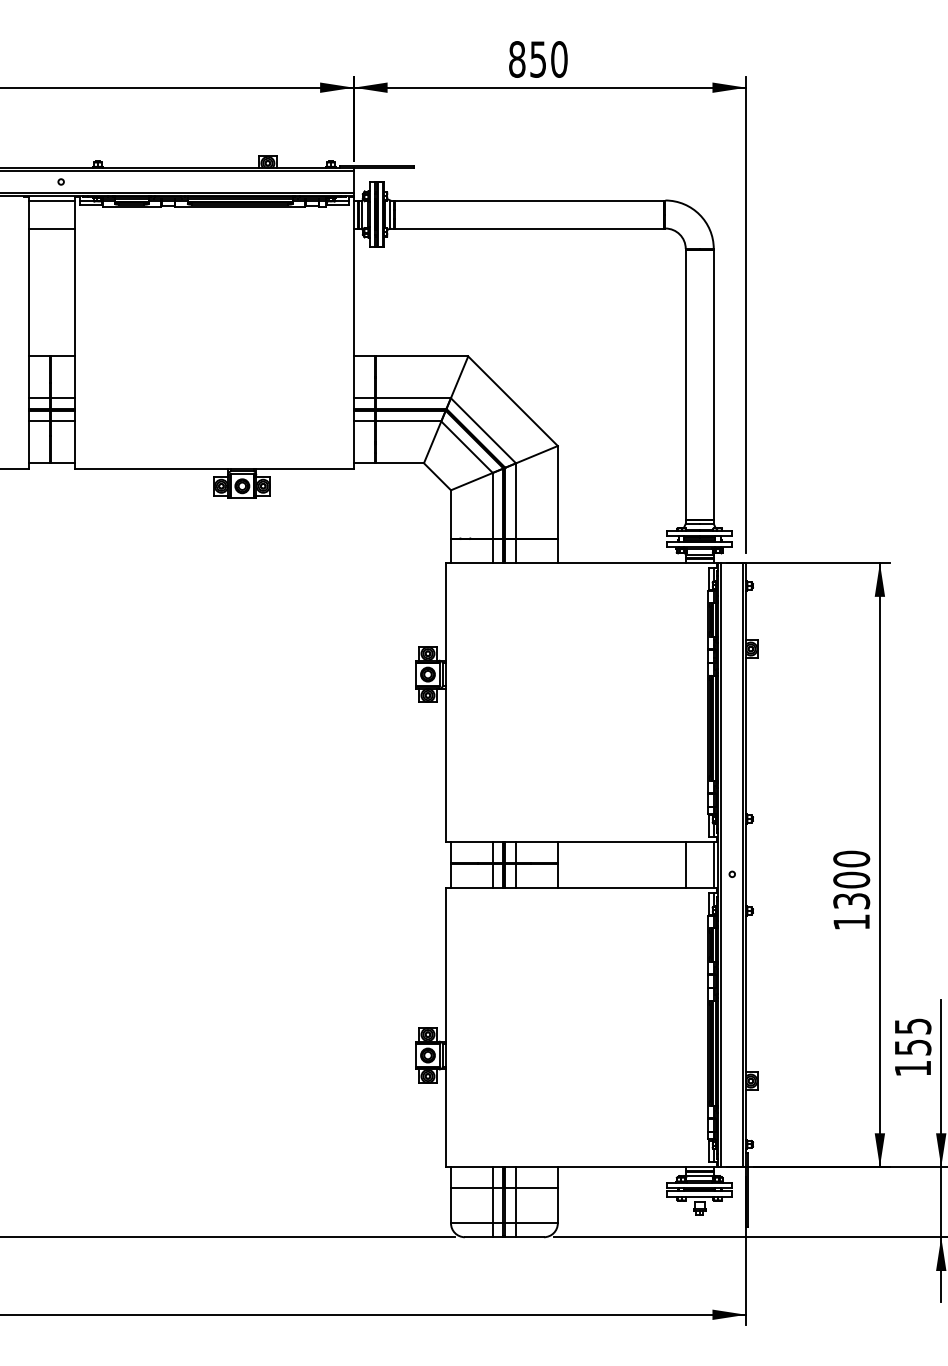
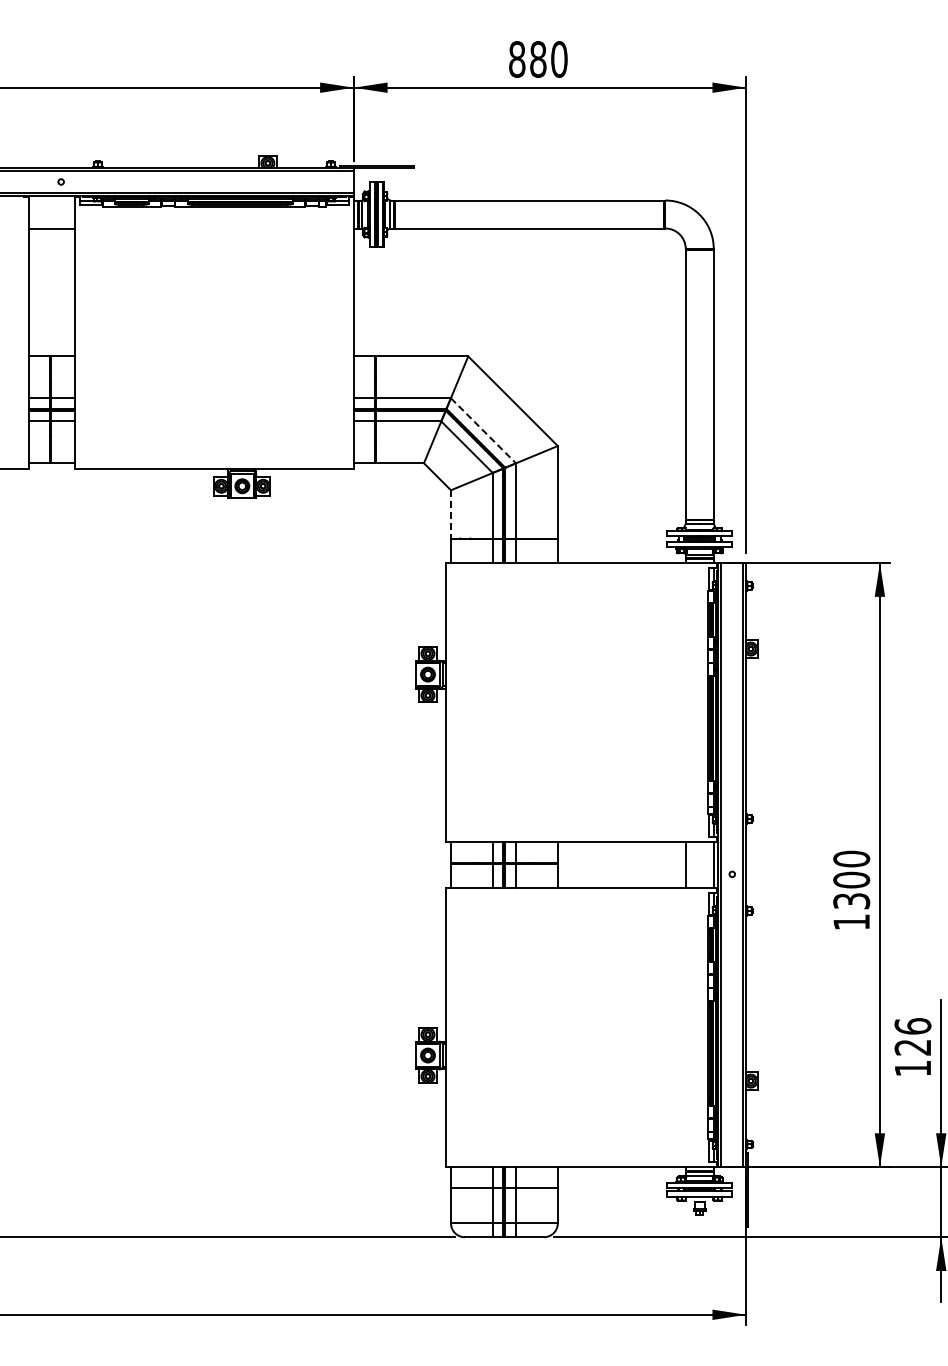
text at (538, 59): 850 -> 880
line at (51, 200): present -> none
line at (483, 431): solid -> dashed
line at (450, 514): solid -> dashed
text at (912, 1036): 155 -> 126
